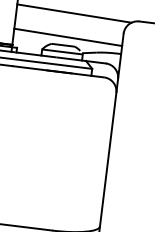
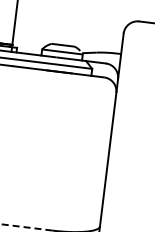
line at (74, 13): present -> none
line at (68, 37): present -> none
line at (25, 227): solid -> dashed
